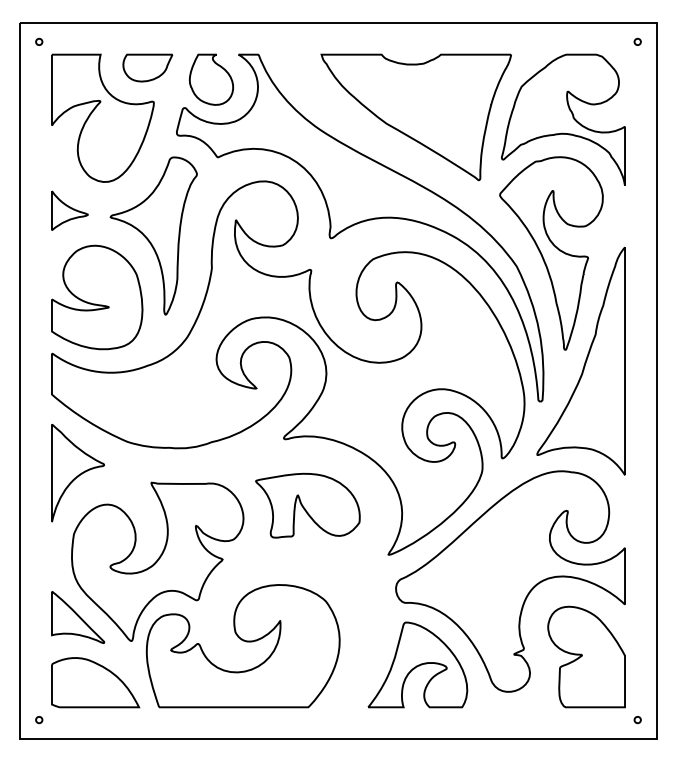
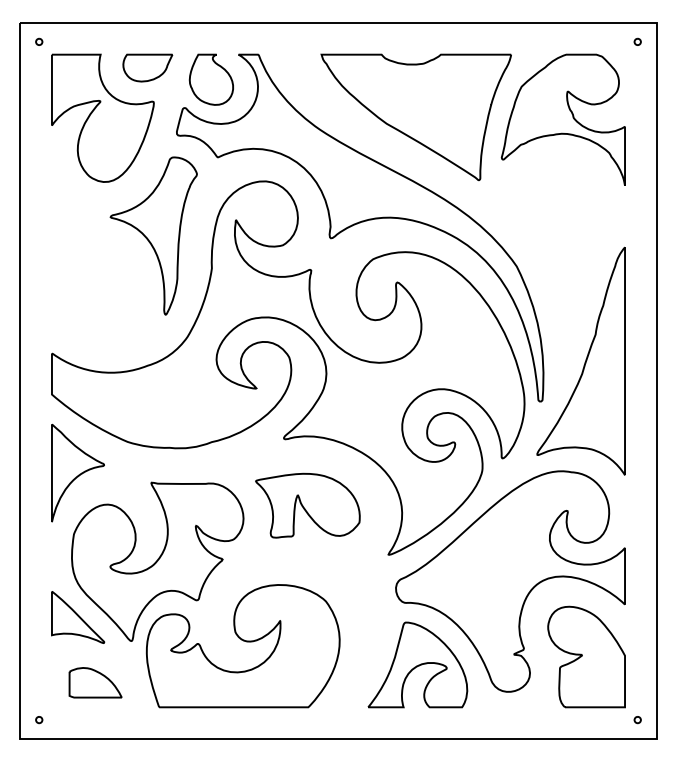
part at (69, 210): present -> none
part at (551, 253): present -> none
part at (97, 297): present -> none
part at (95, 682) size: 90x52 px -> 55x32 px
